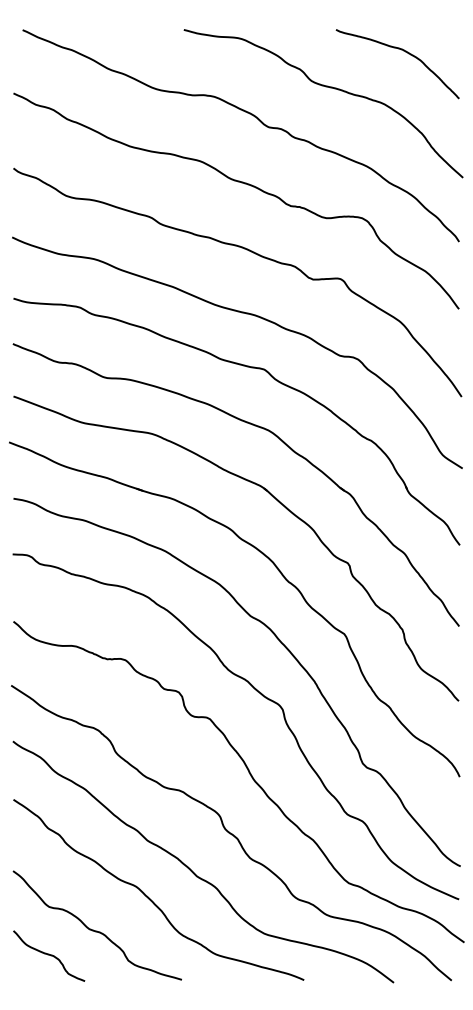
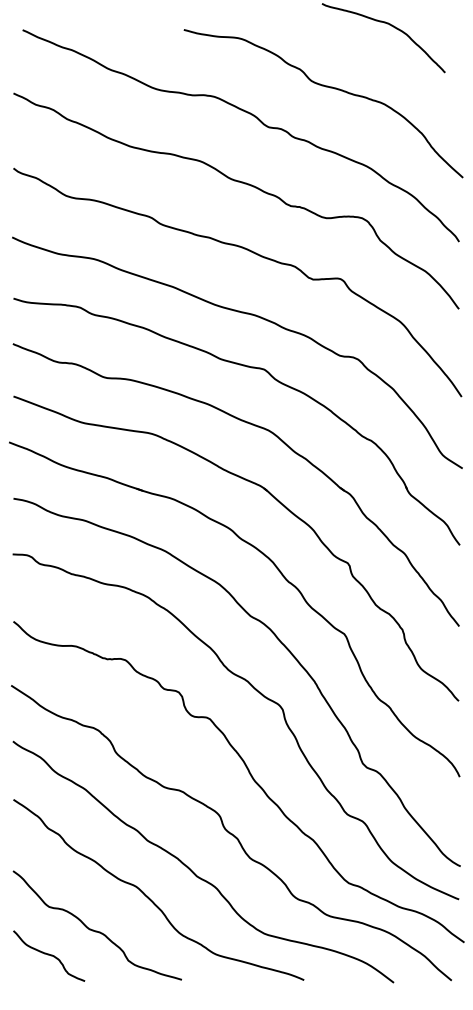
curve at (403, 51) position: (403, 51) -> (389, 25)
